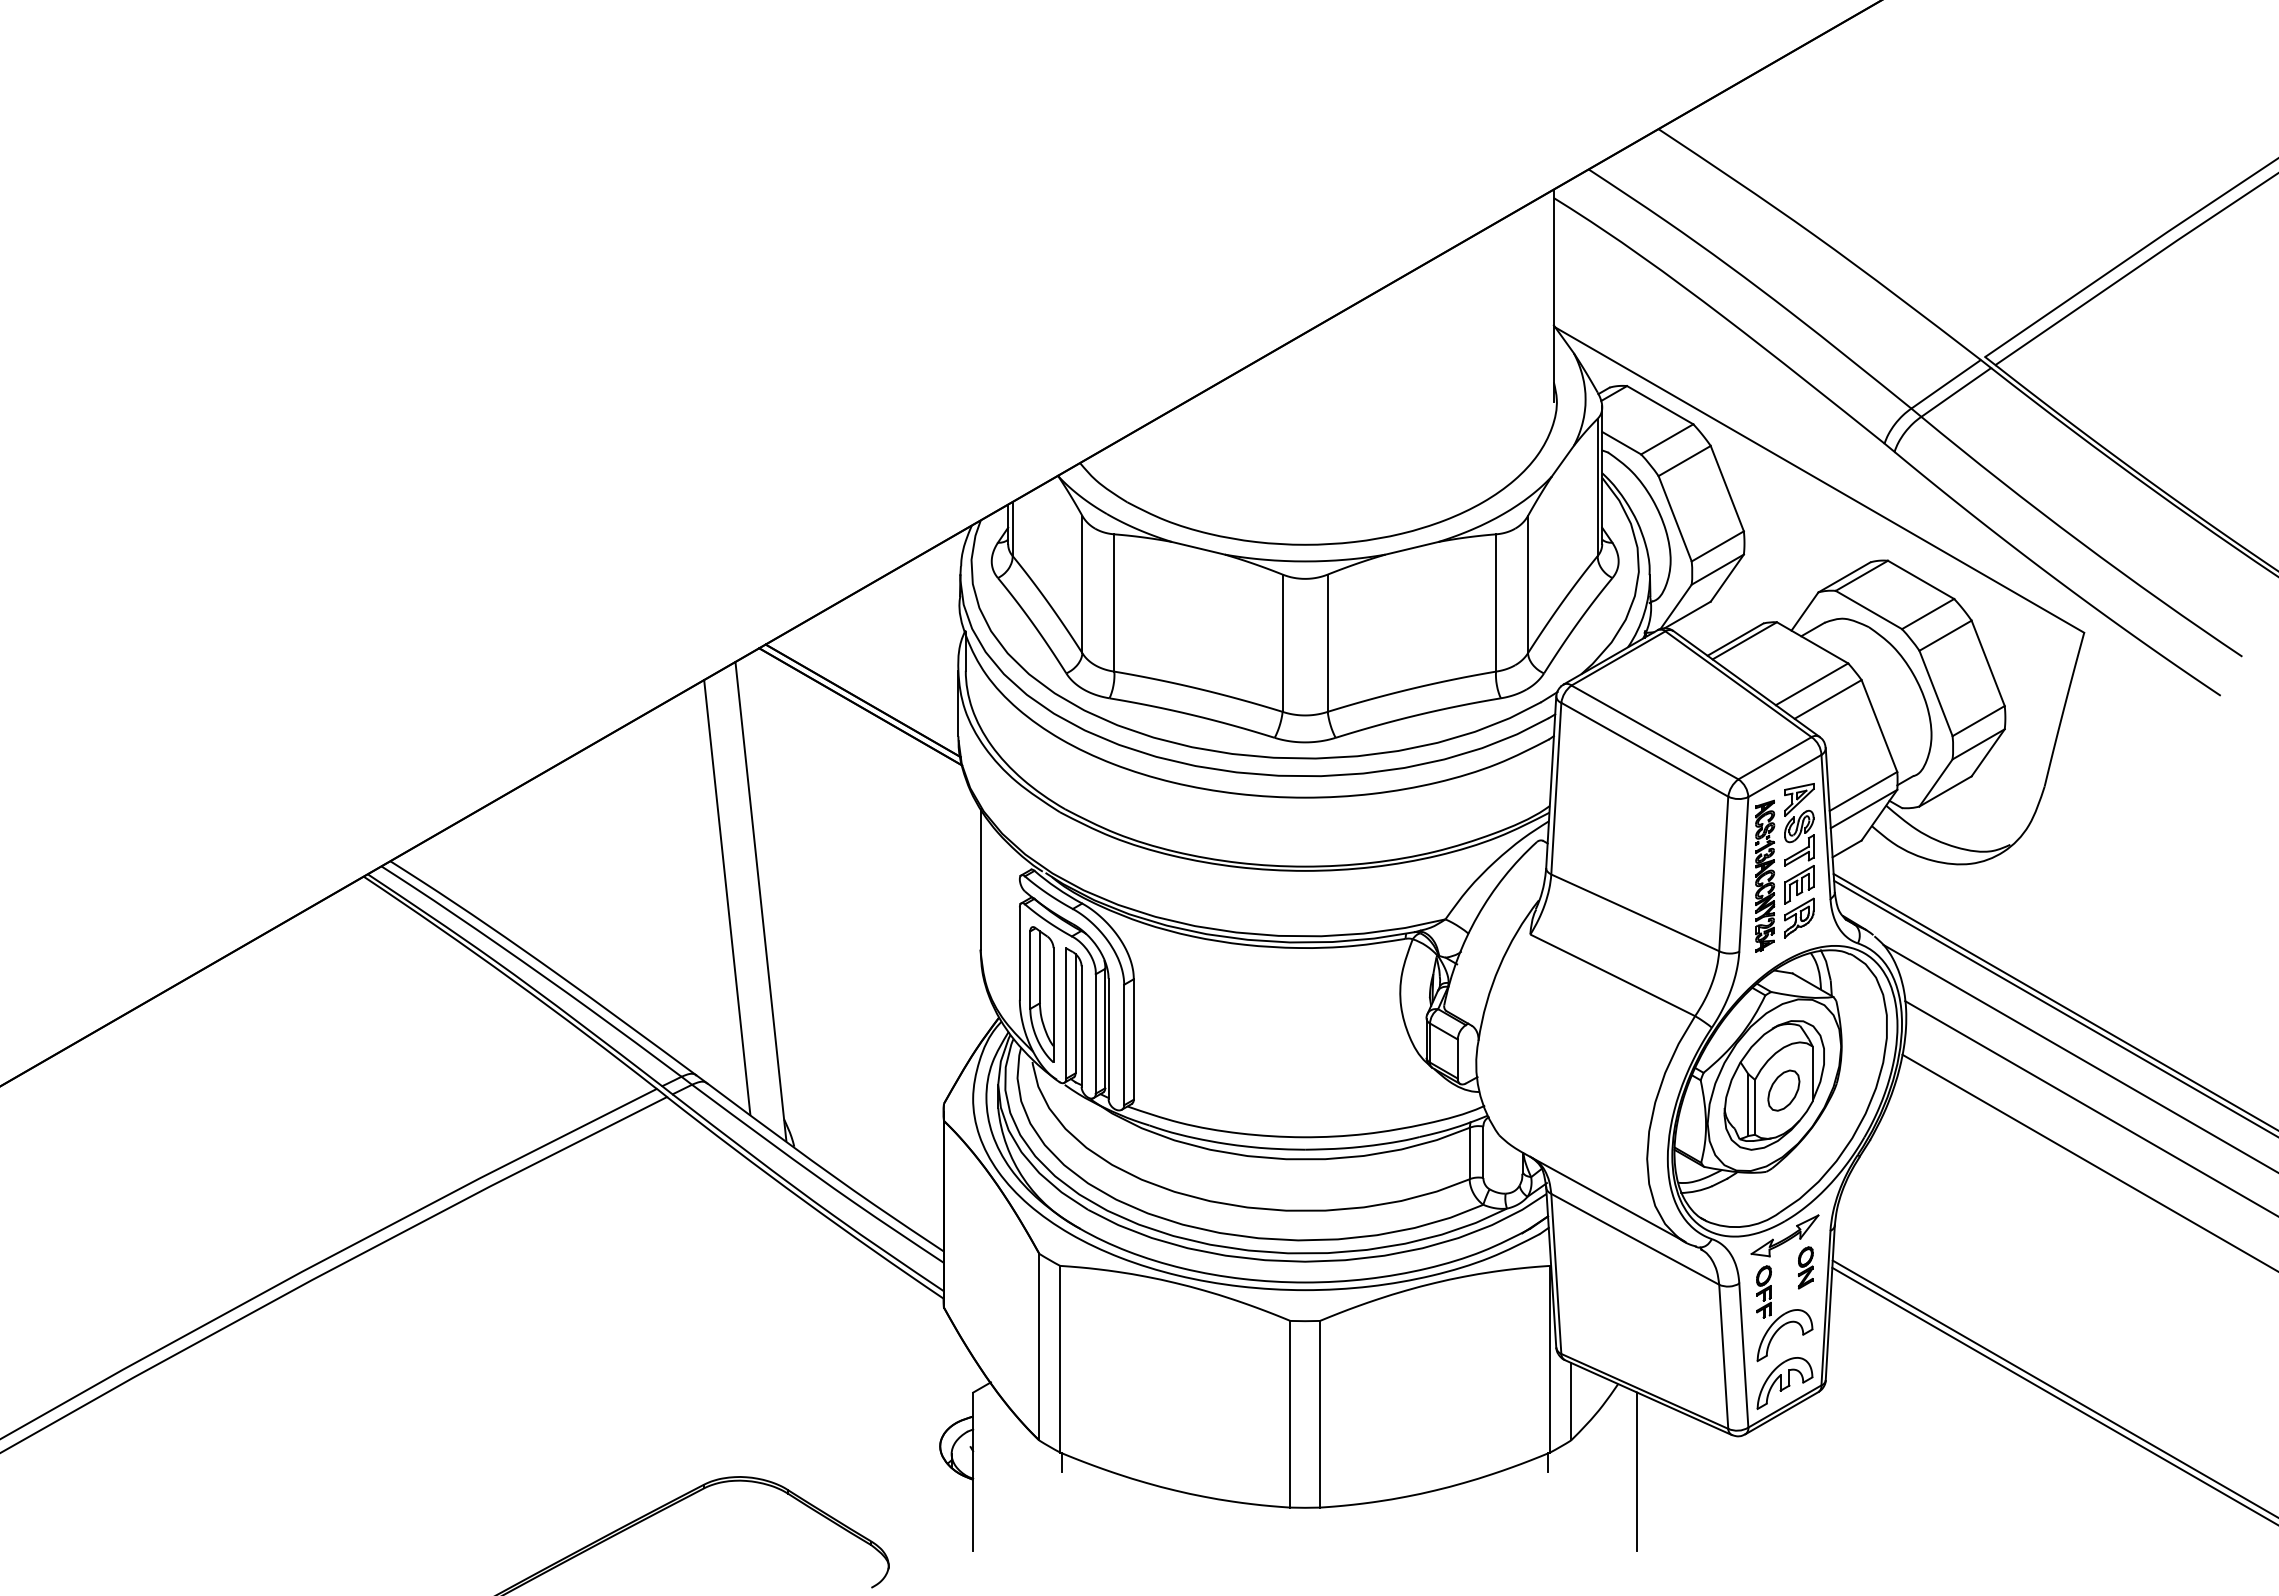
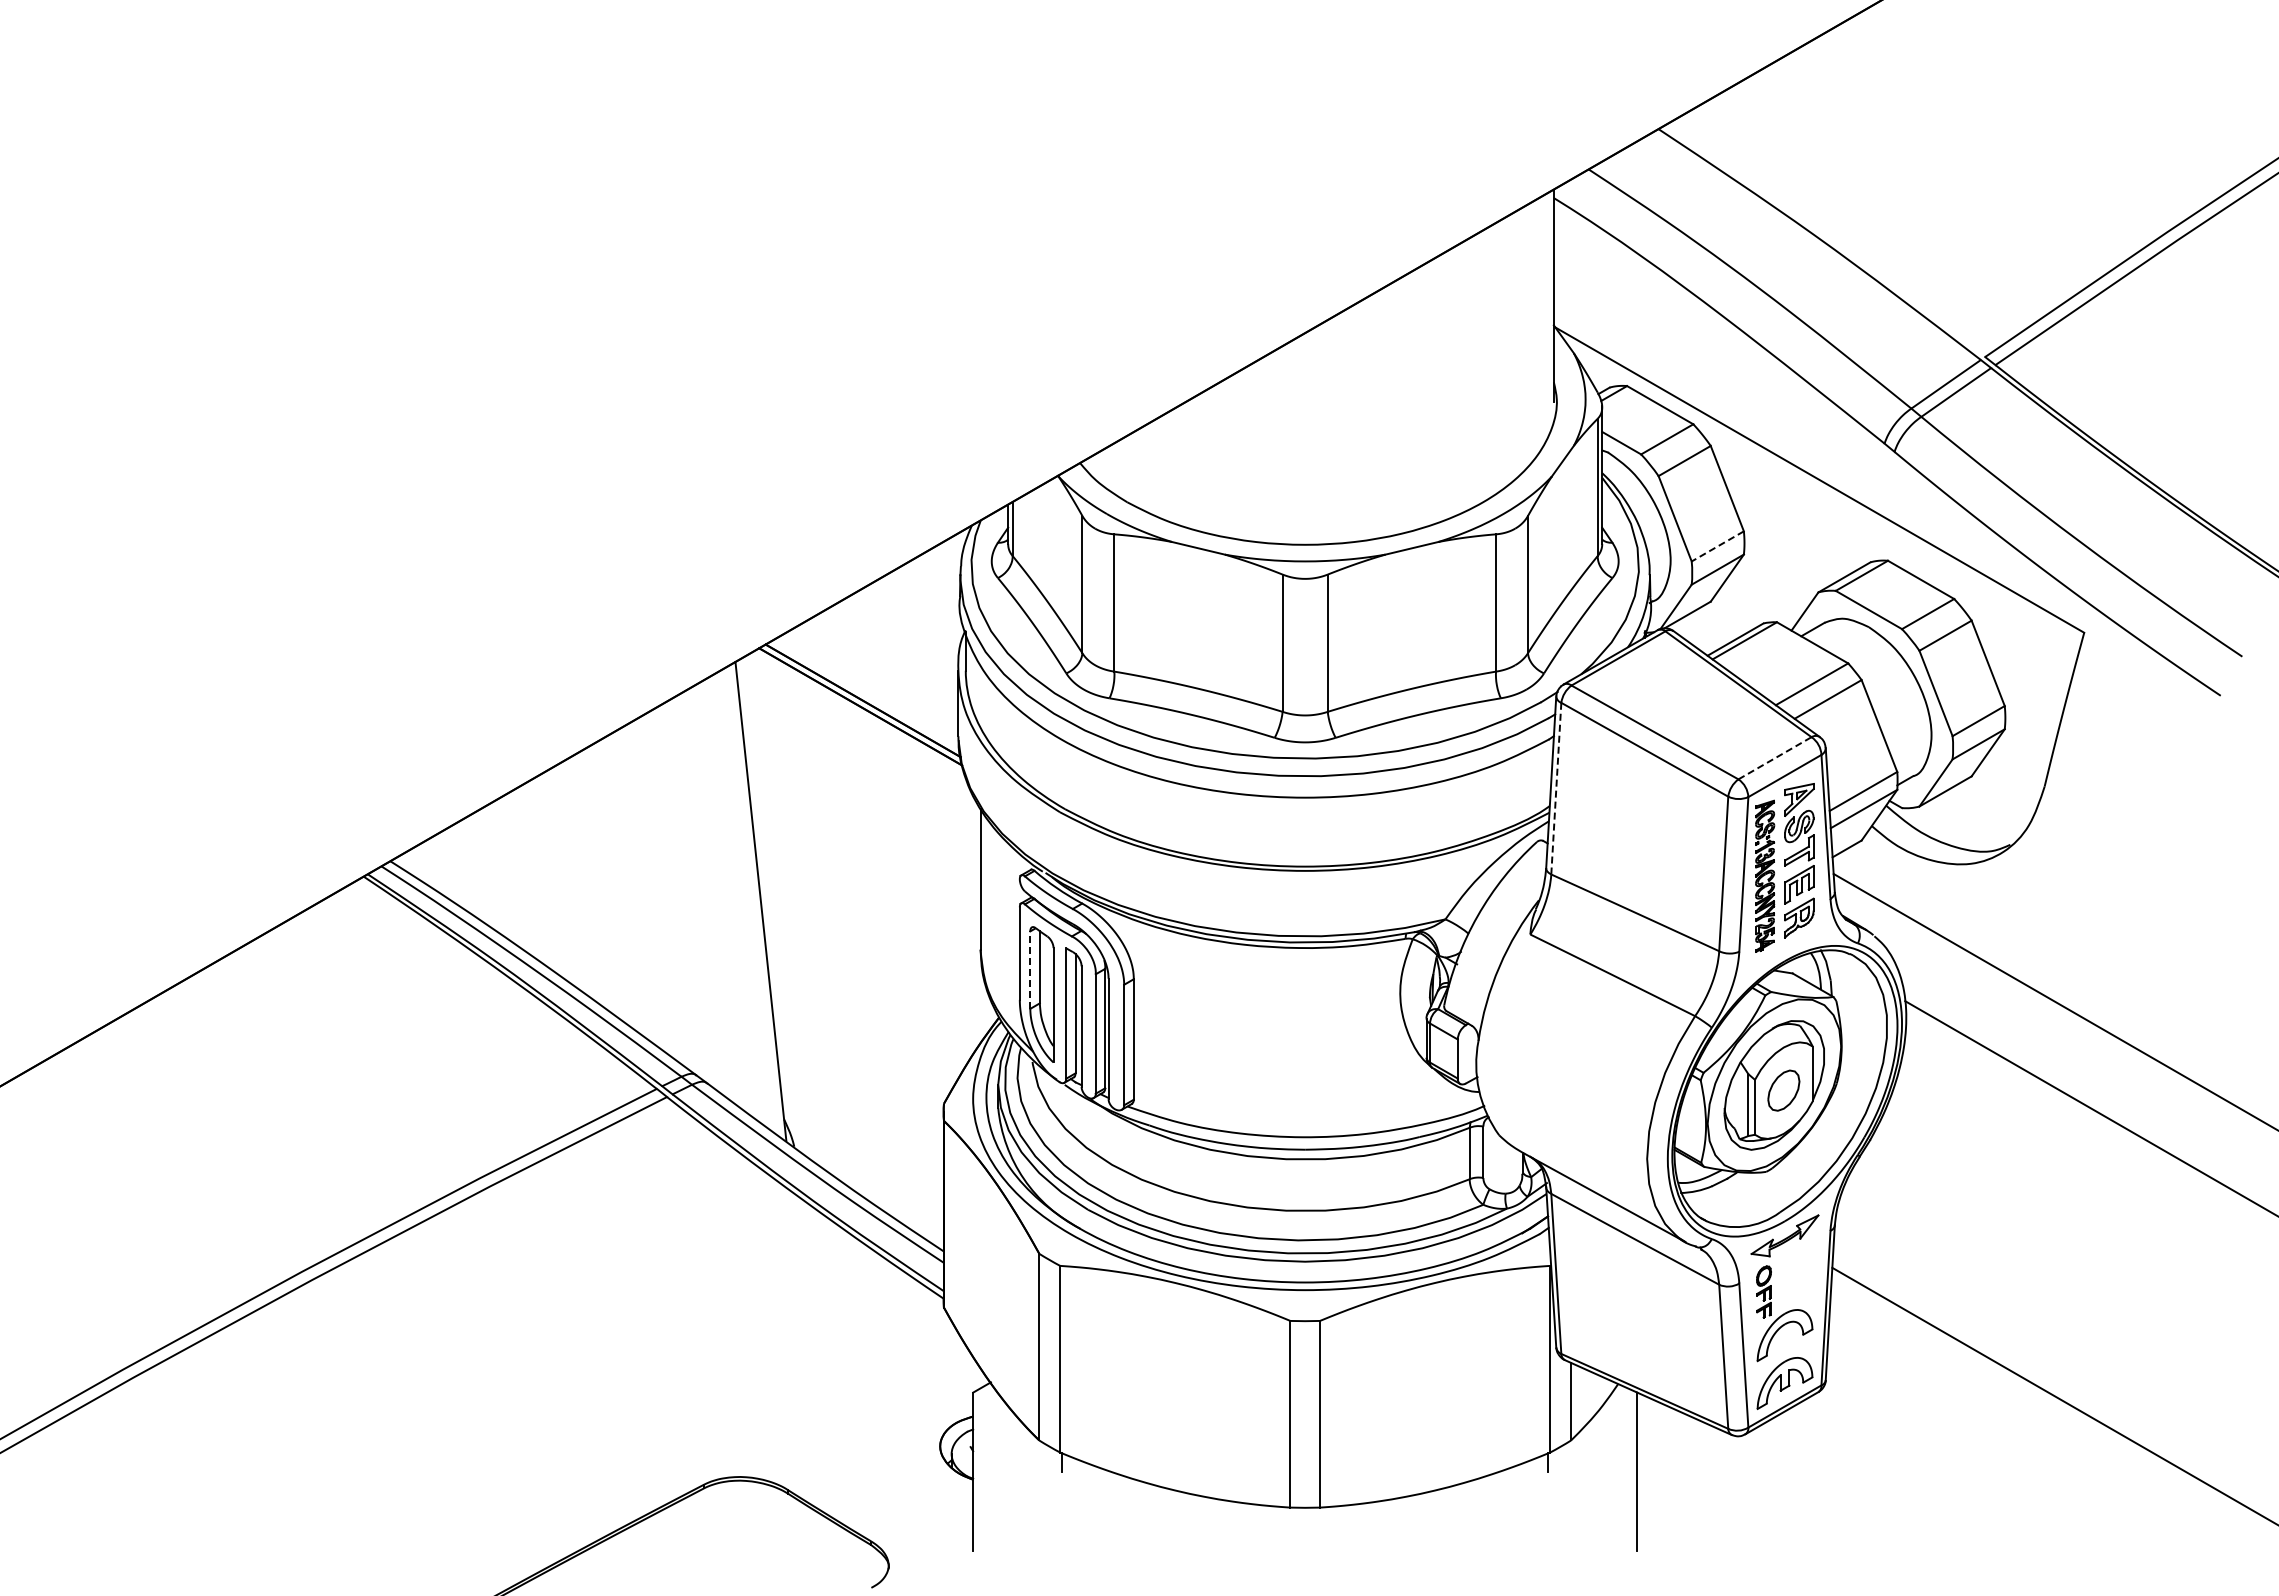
line at (1717, 546): solid -> dashed
line at (1775, 758): solid -> dashed
line at (1556, 788): solid -> dashed
line at (727, 896): present -> none
line at (1030, 970): solid -> dashed
line at (2054, 1007): present -> none
line at (2079, 1057): present -> none
line at (2088, 1161): present -> none
part at (1805, 1267): present -> none
line at (2053, 1388): present -> none
